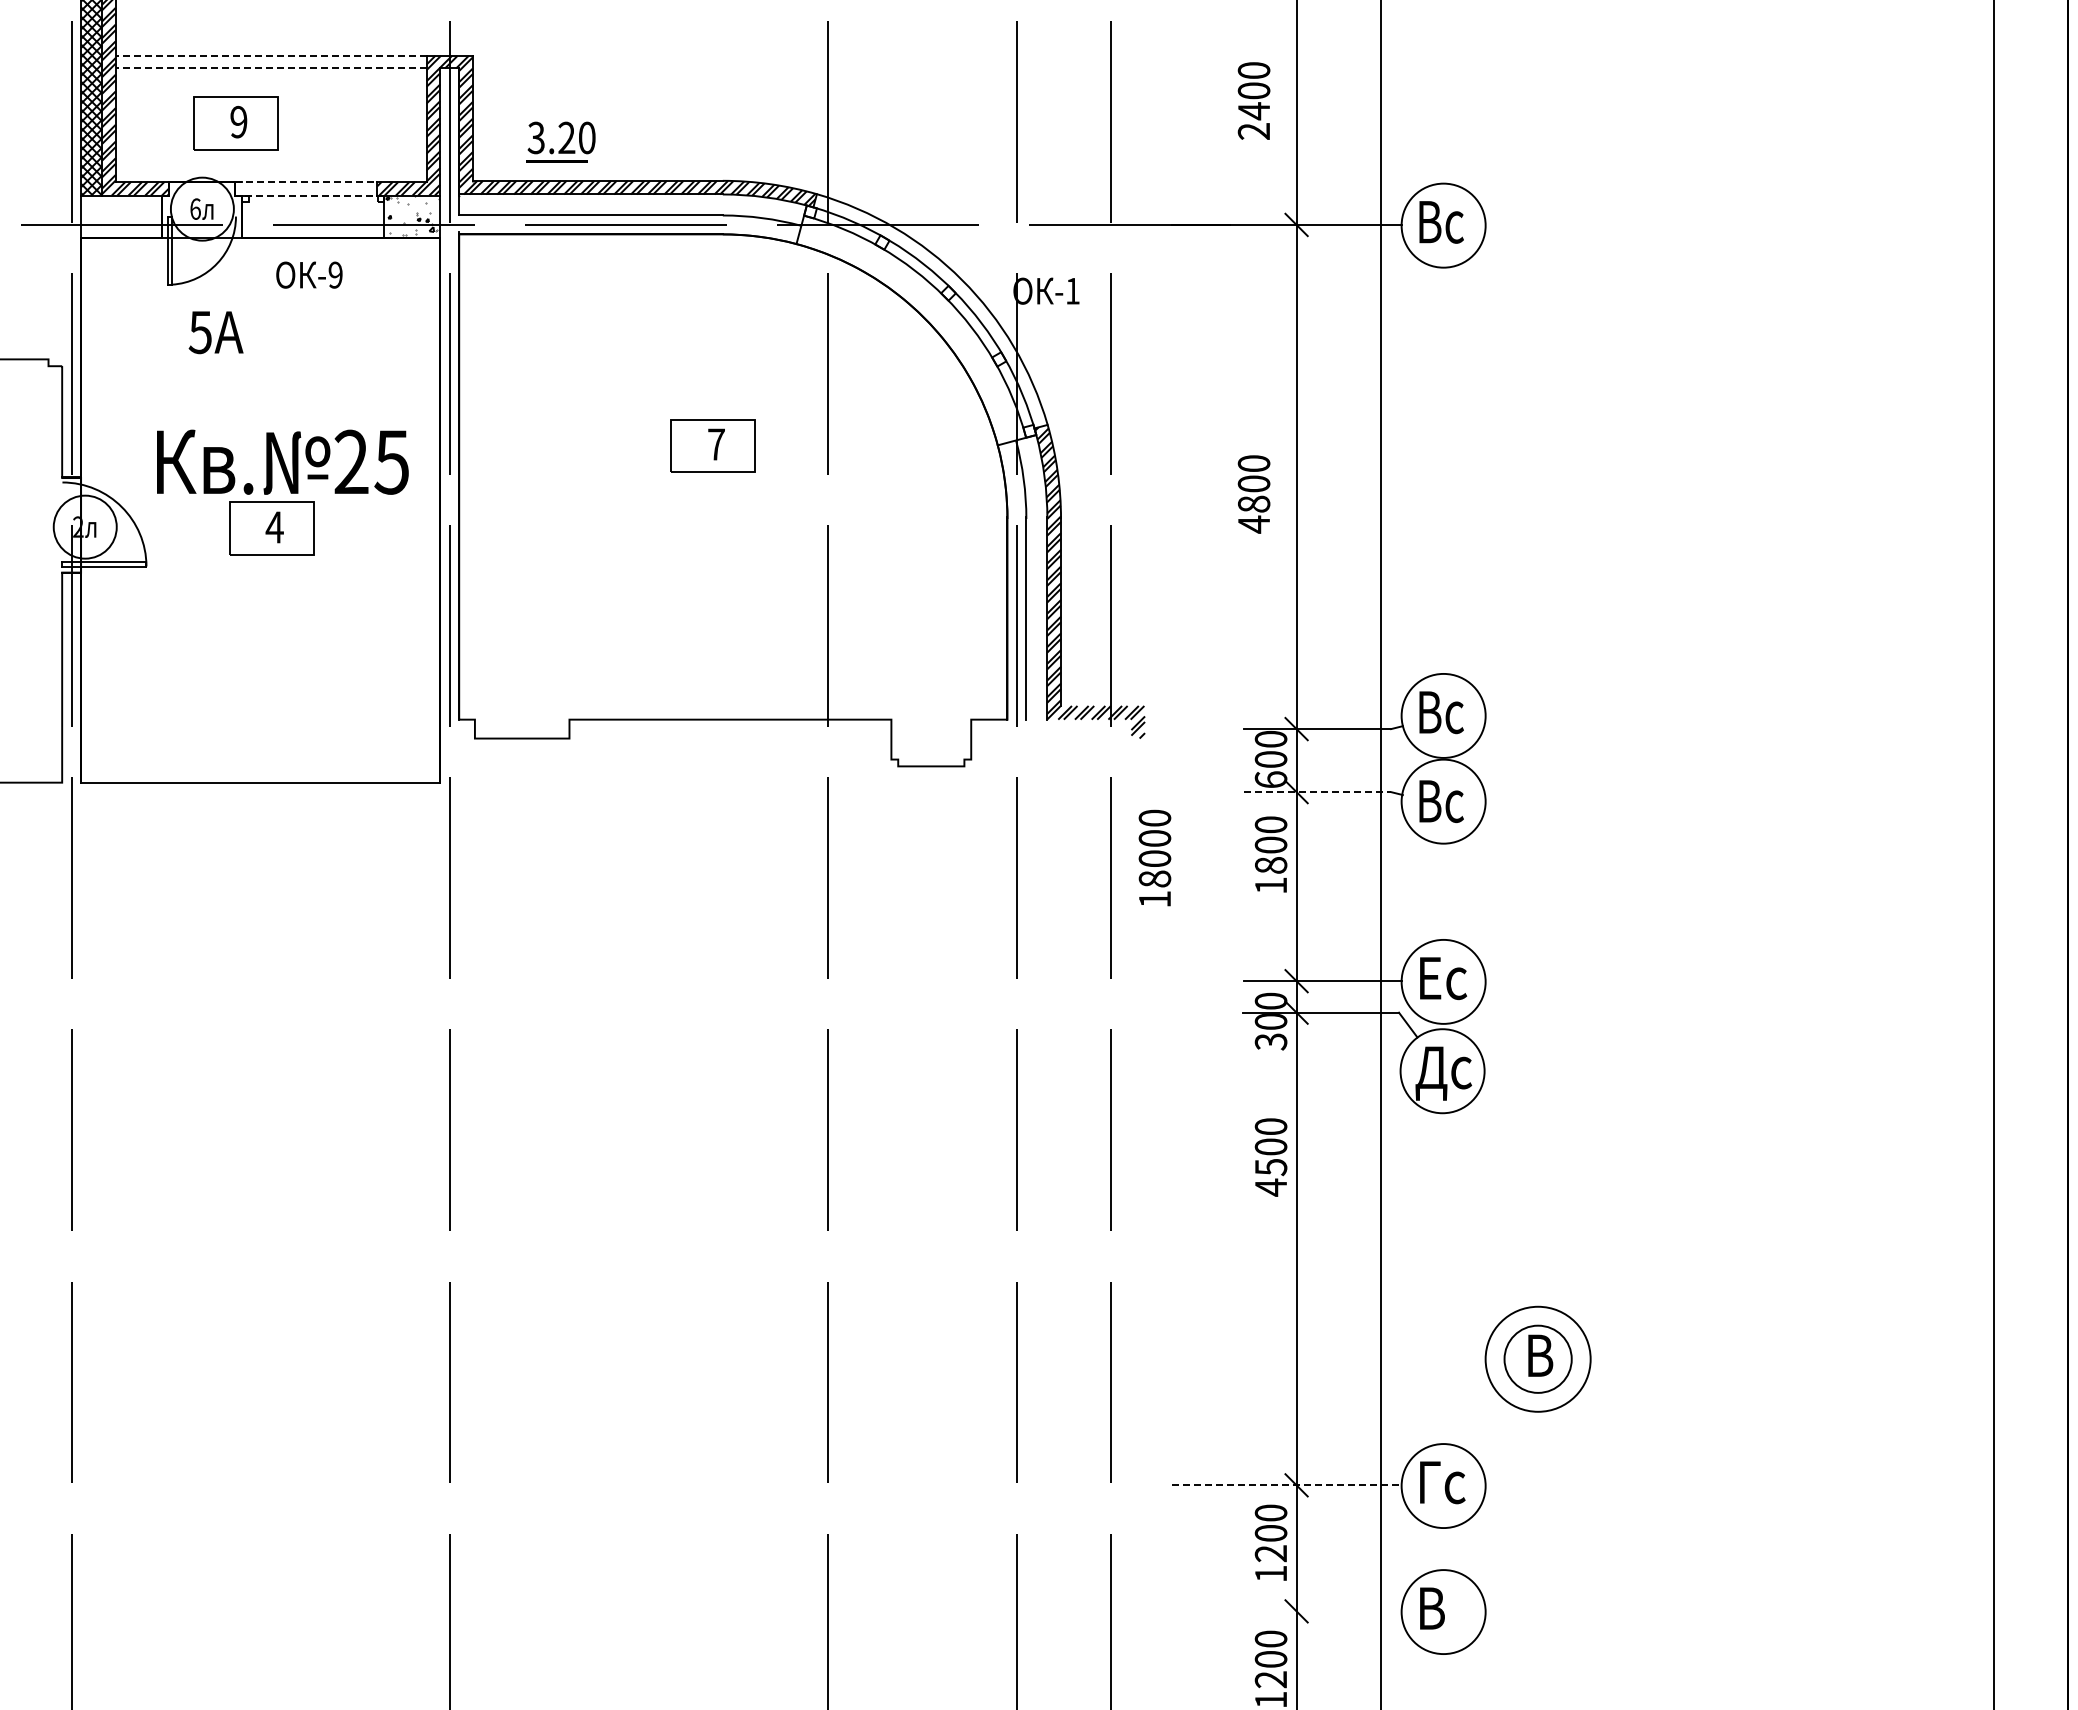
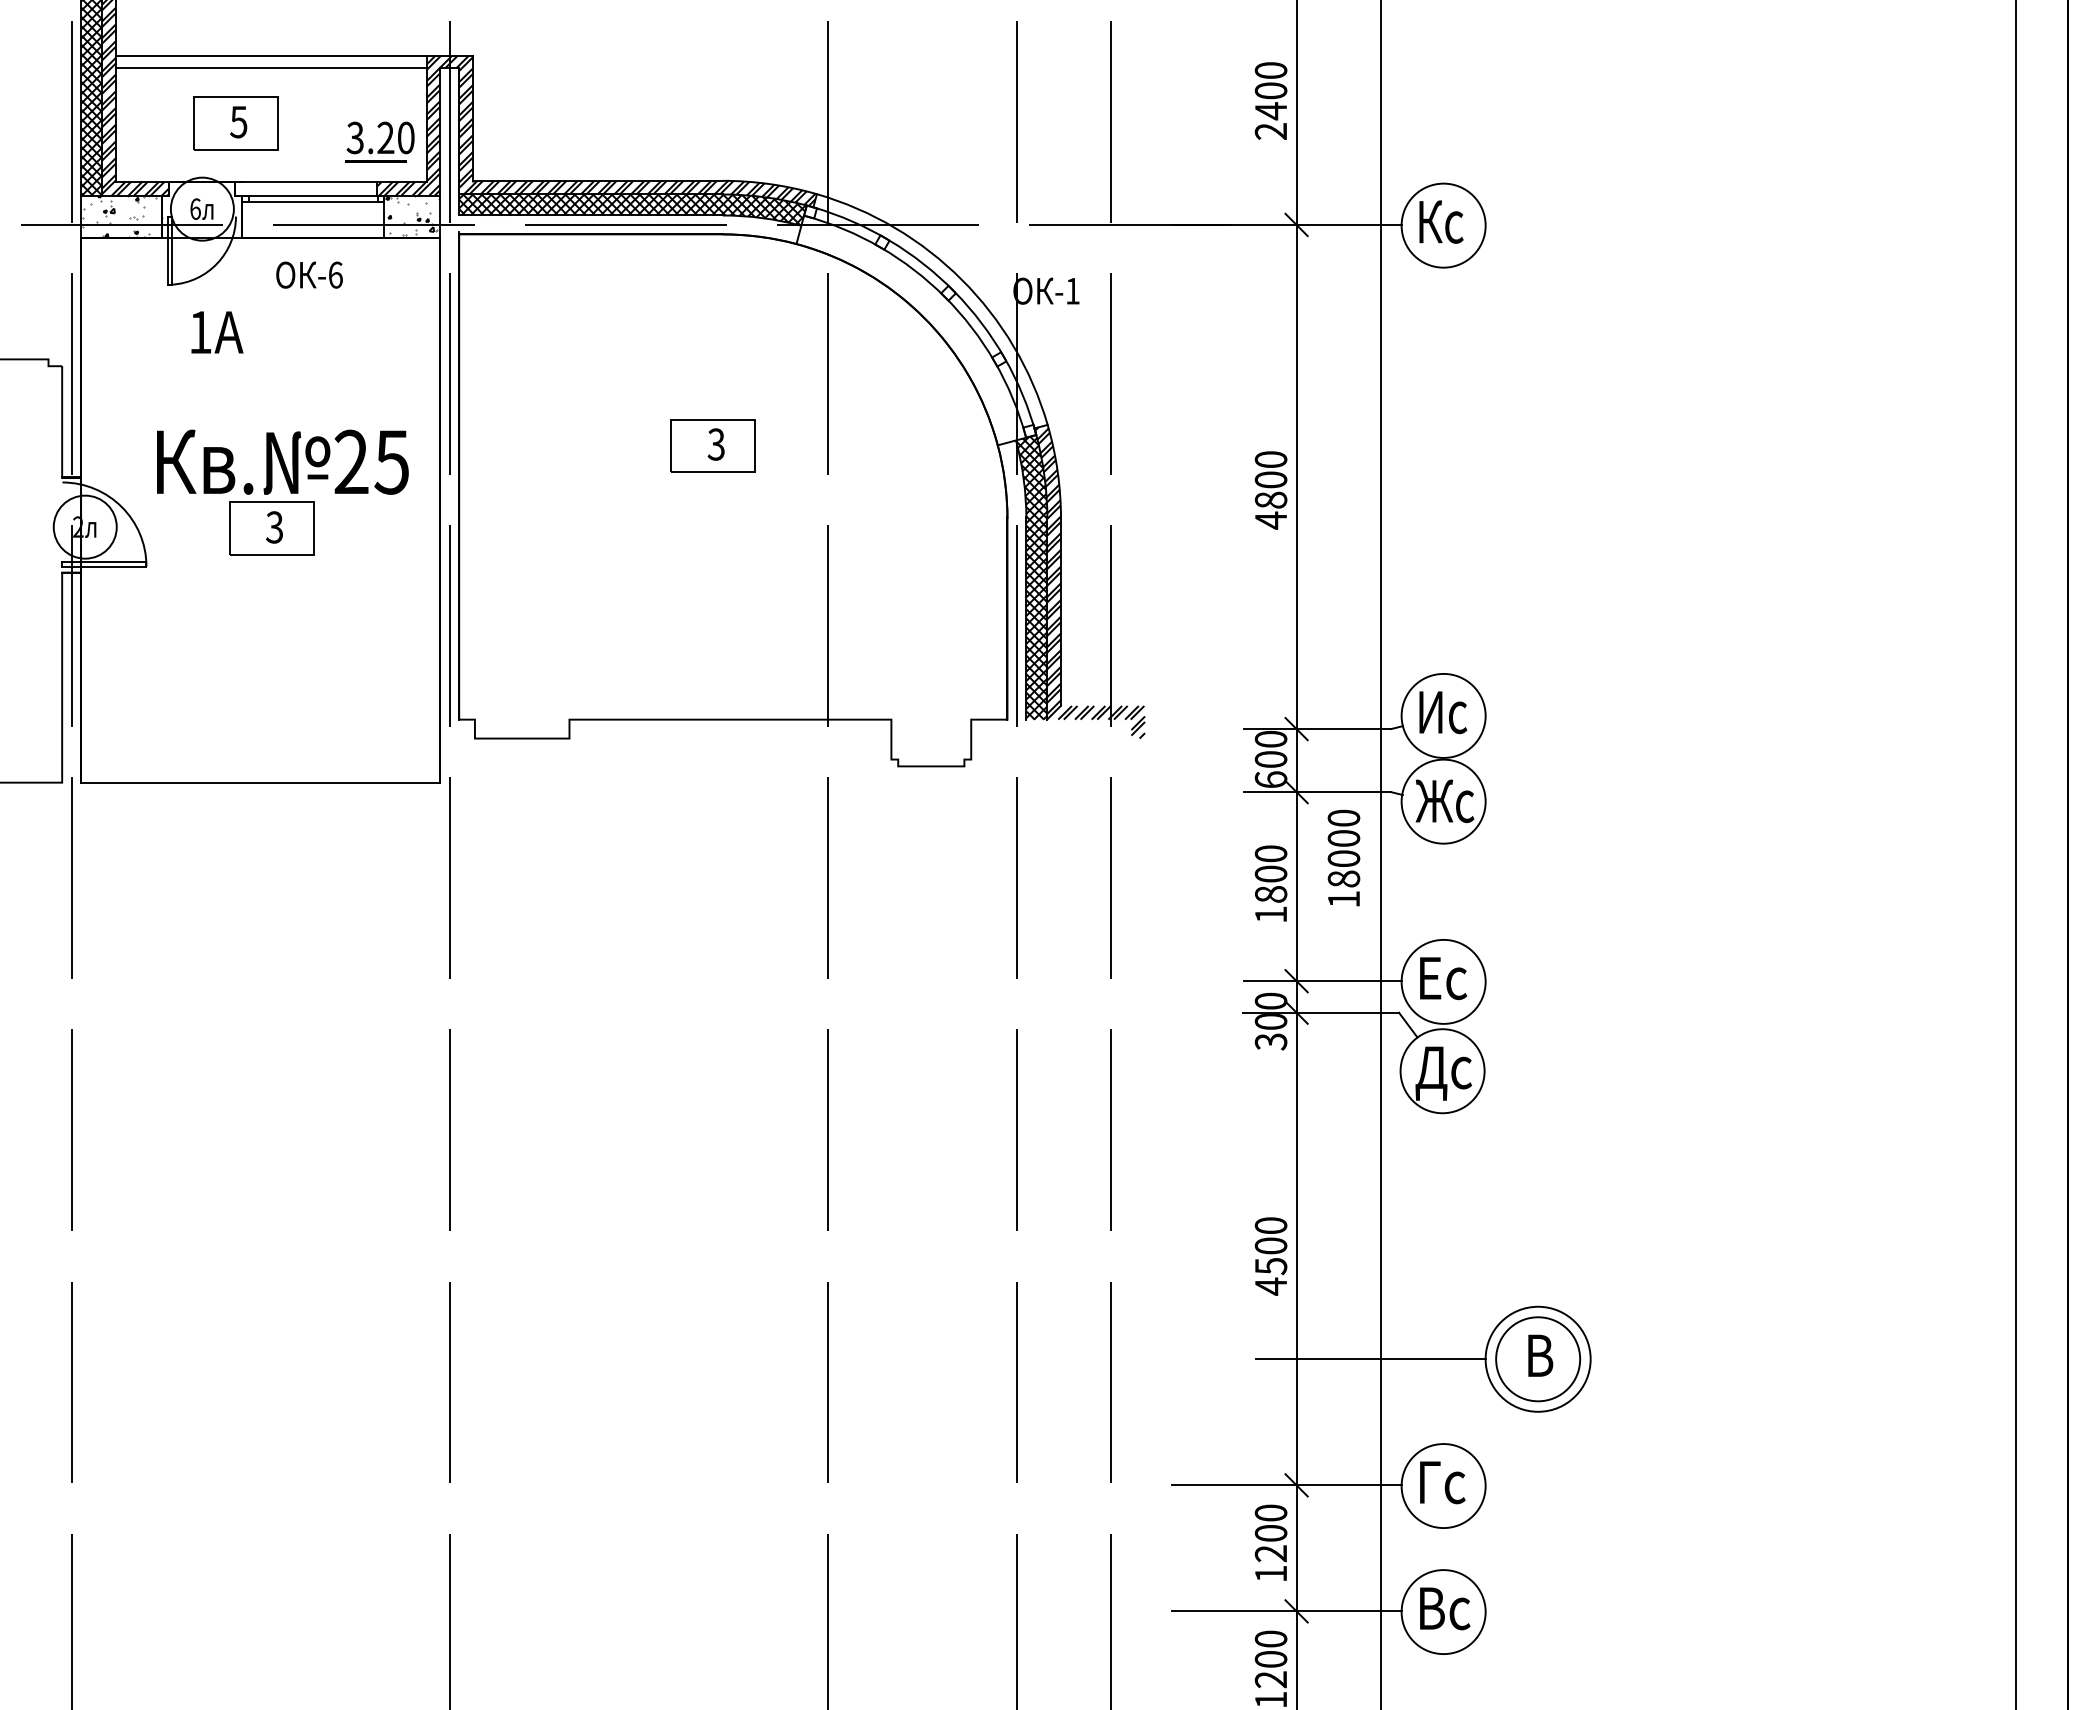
line at (270, 55): dashed -> solid
line at (270, 68): dashed -> solid
text at (1253, 100) position: (1253, 100) -> (1270, 100)
text at (238, 121): 9 -> 5
text at (560, 141) position: (560, 141) -> (379, 141)
line at (306, 181): dashed -> solid
line at (312, 195): dashed -> solid
line at (313, 201): none -> present
hatch at (632, 209): none -> present
hatch at (122, 216): none -> present
text at (1443, 221): Вс -> Кс
text at (335, 274): -9 -> -6
text at (199, 332): 5 -> 1
text at (715, 444): 7 -> 3
text at (1253, 494) position: (1253, 494) -> (1270, 490)
text at (274, 527): 4 -> 3
hatch at (1031, 577): none -> present
text at (1445, 712): Вс -> Ис
line at (1317, 792): dashed -> solid
text at (1444, 801): Вс -> Жс
text at (1270, 854) position: (1270, 854) -> (1270, 883)
line at (1993, 854) position: (1993, 854) -> (2015, 854)
text at (1154, 857) position: (1154, 857) -> (1343, 857)
text at (1270, 1157) position: (1270, 1157) -> (1270, 1256)
circle at (1537, 1358) diameter: 67 px -> 84 px
line at (1370, 1359): none -> present
line at (1286, 1485): dashed -> solid
line at (1286, 1611): none -> present
text at (1459, 1613): В -> Вс
